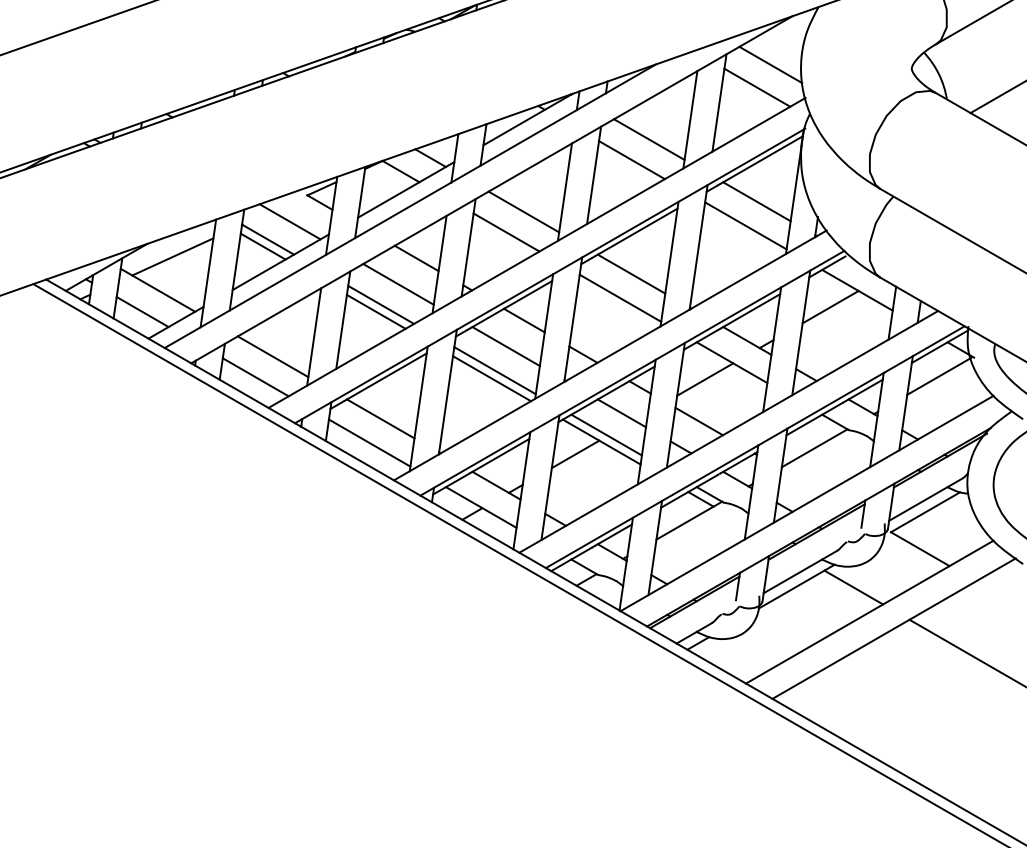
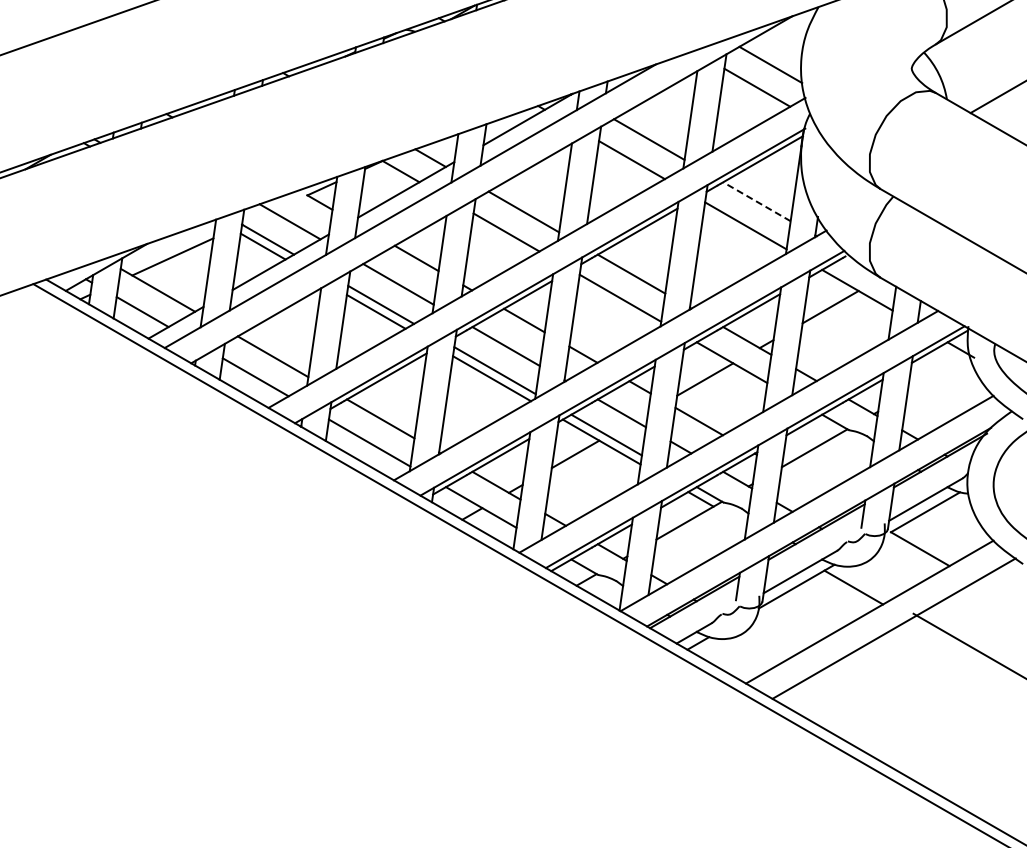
line at (756, 201): solid -> dashed
line at (939, 375): present -> none
line at (966, 652) position: (966, 652) -> (968, 645)
